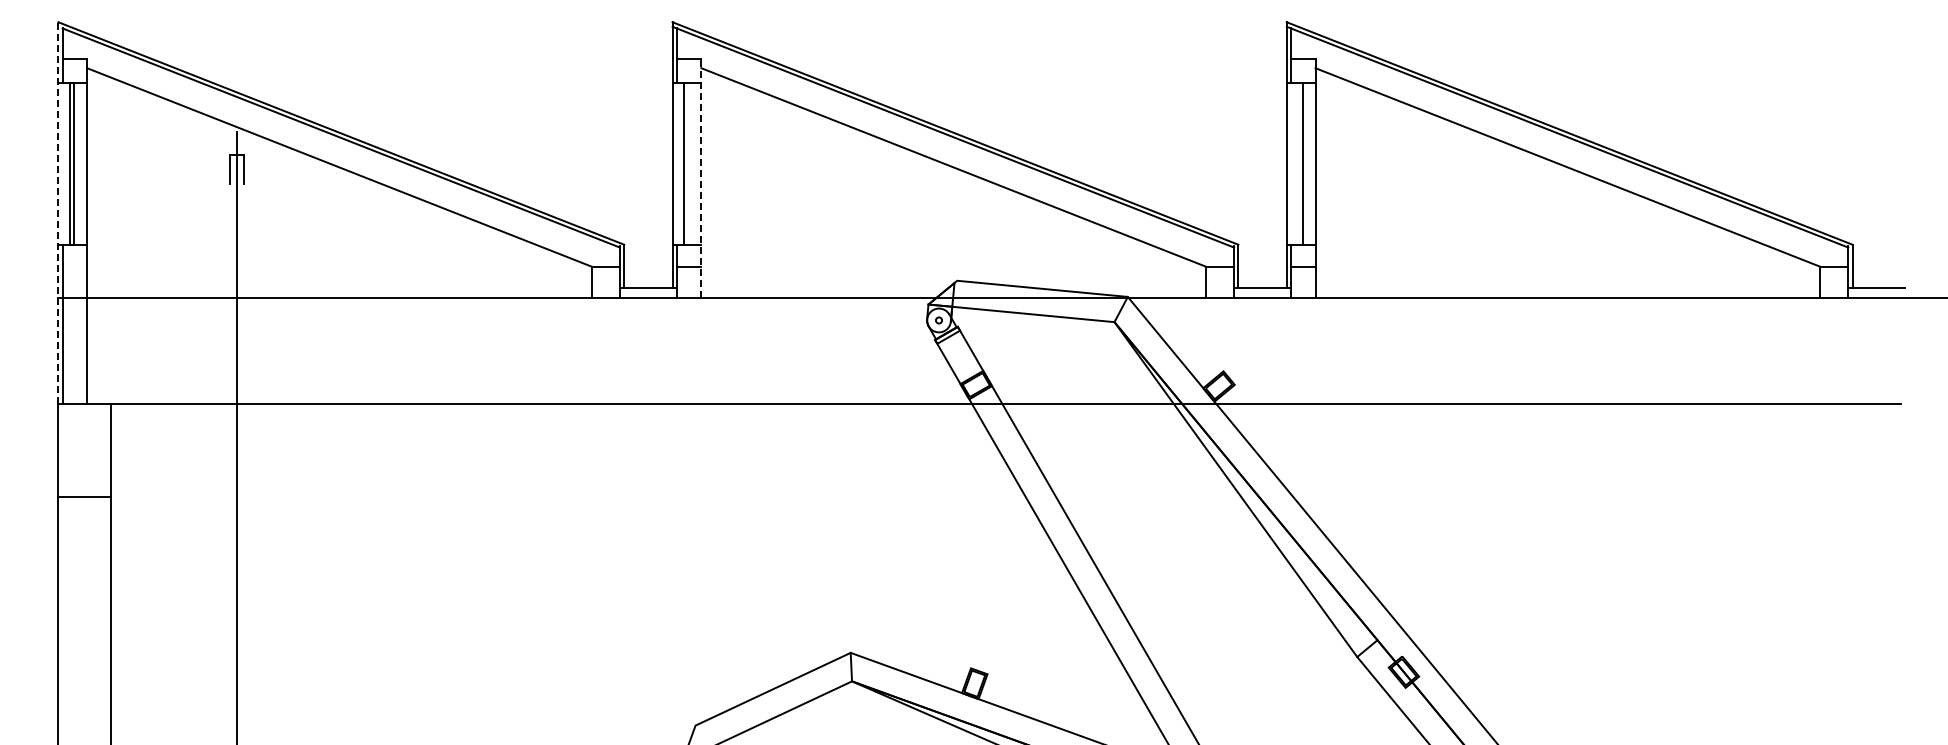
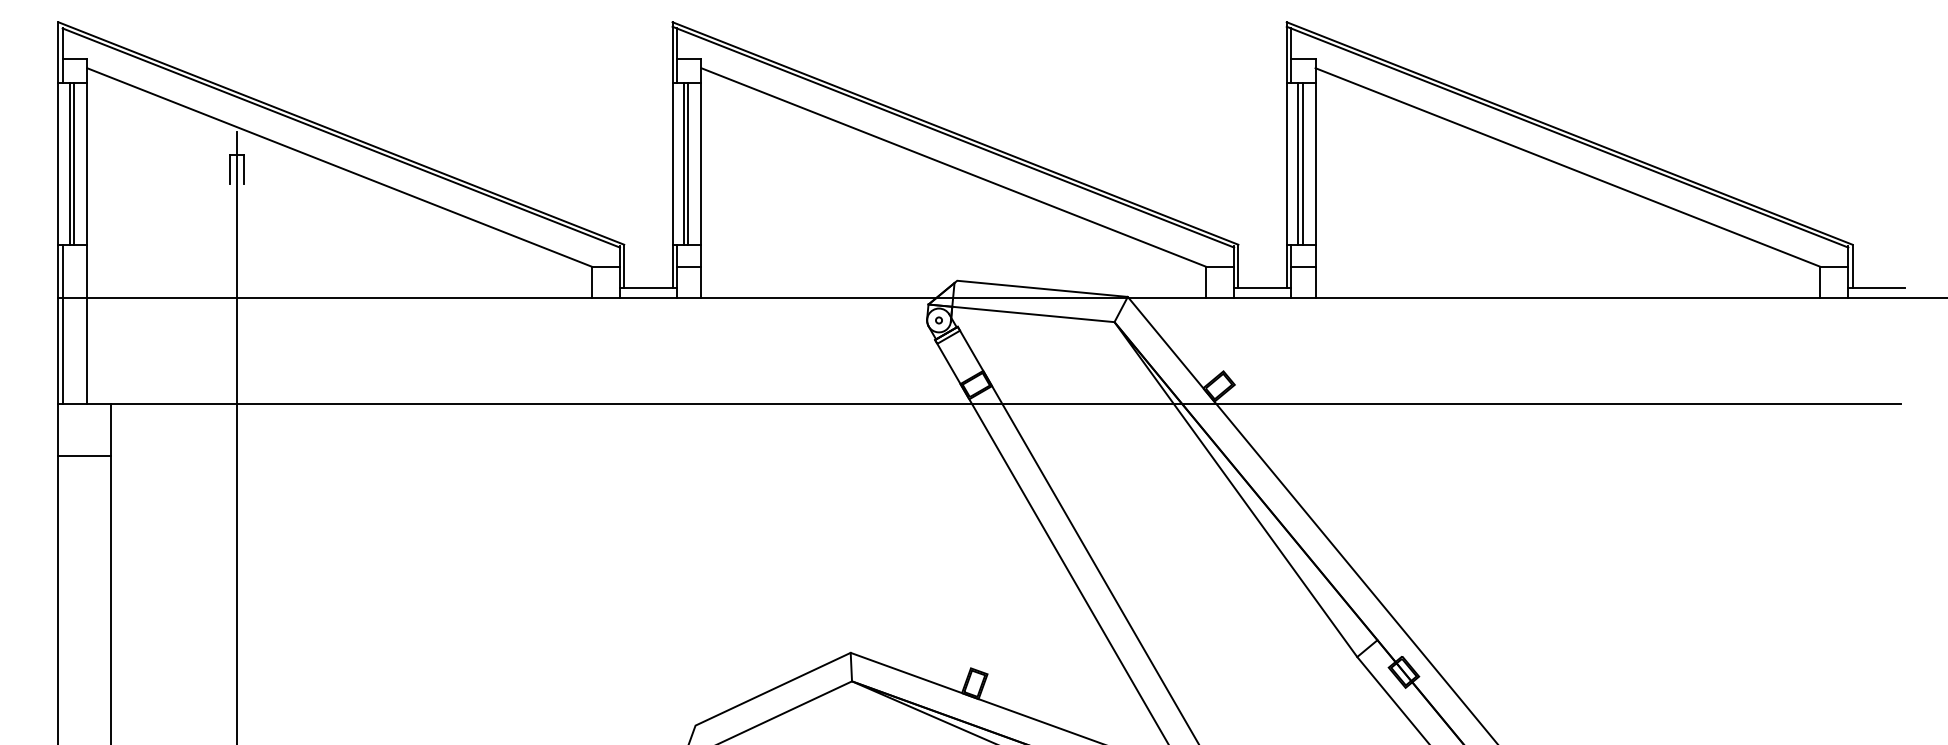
line at (688, 163): none -> present
line at (1298, 163): none -> present
line at (701, 178): dashed -> solid
line at (58, 212): dashed -> solid
line at (84, 497) position: (84, 497) -> (84, 456)
